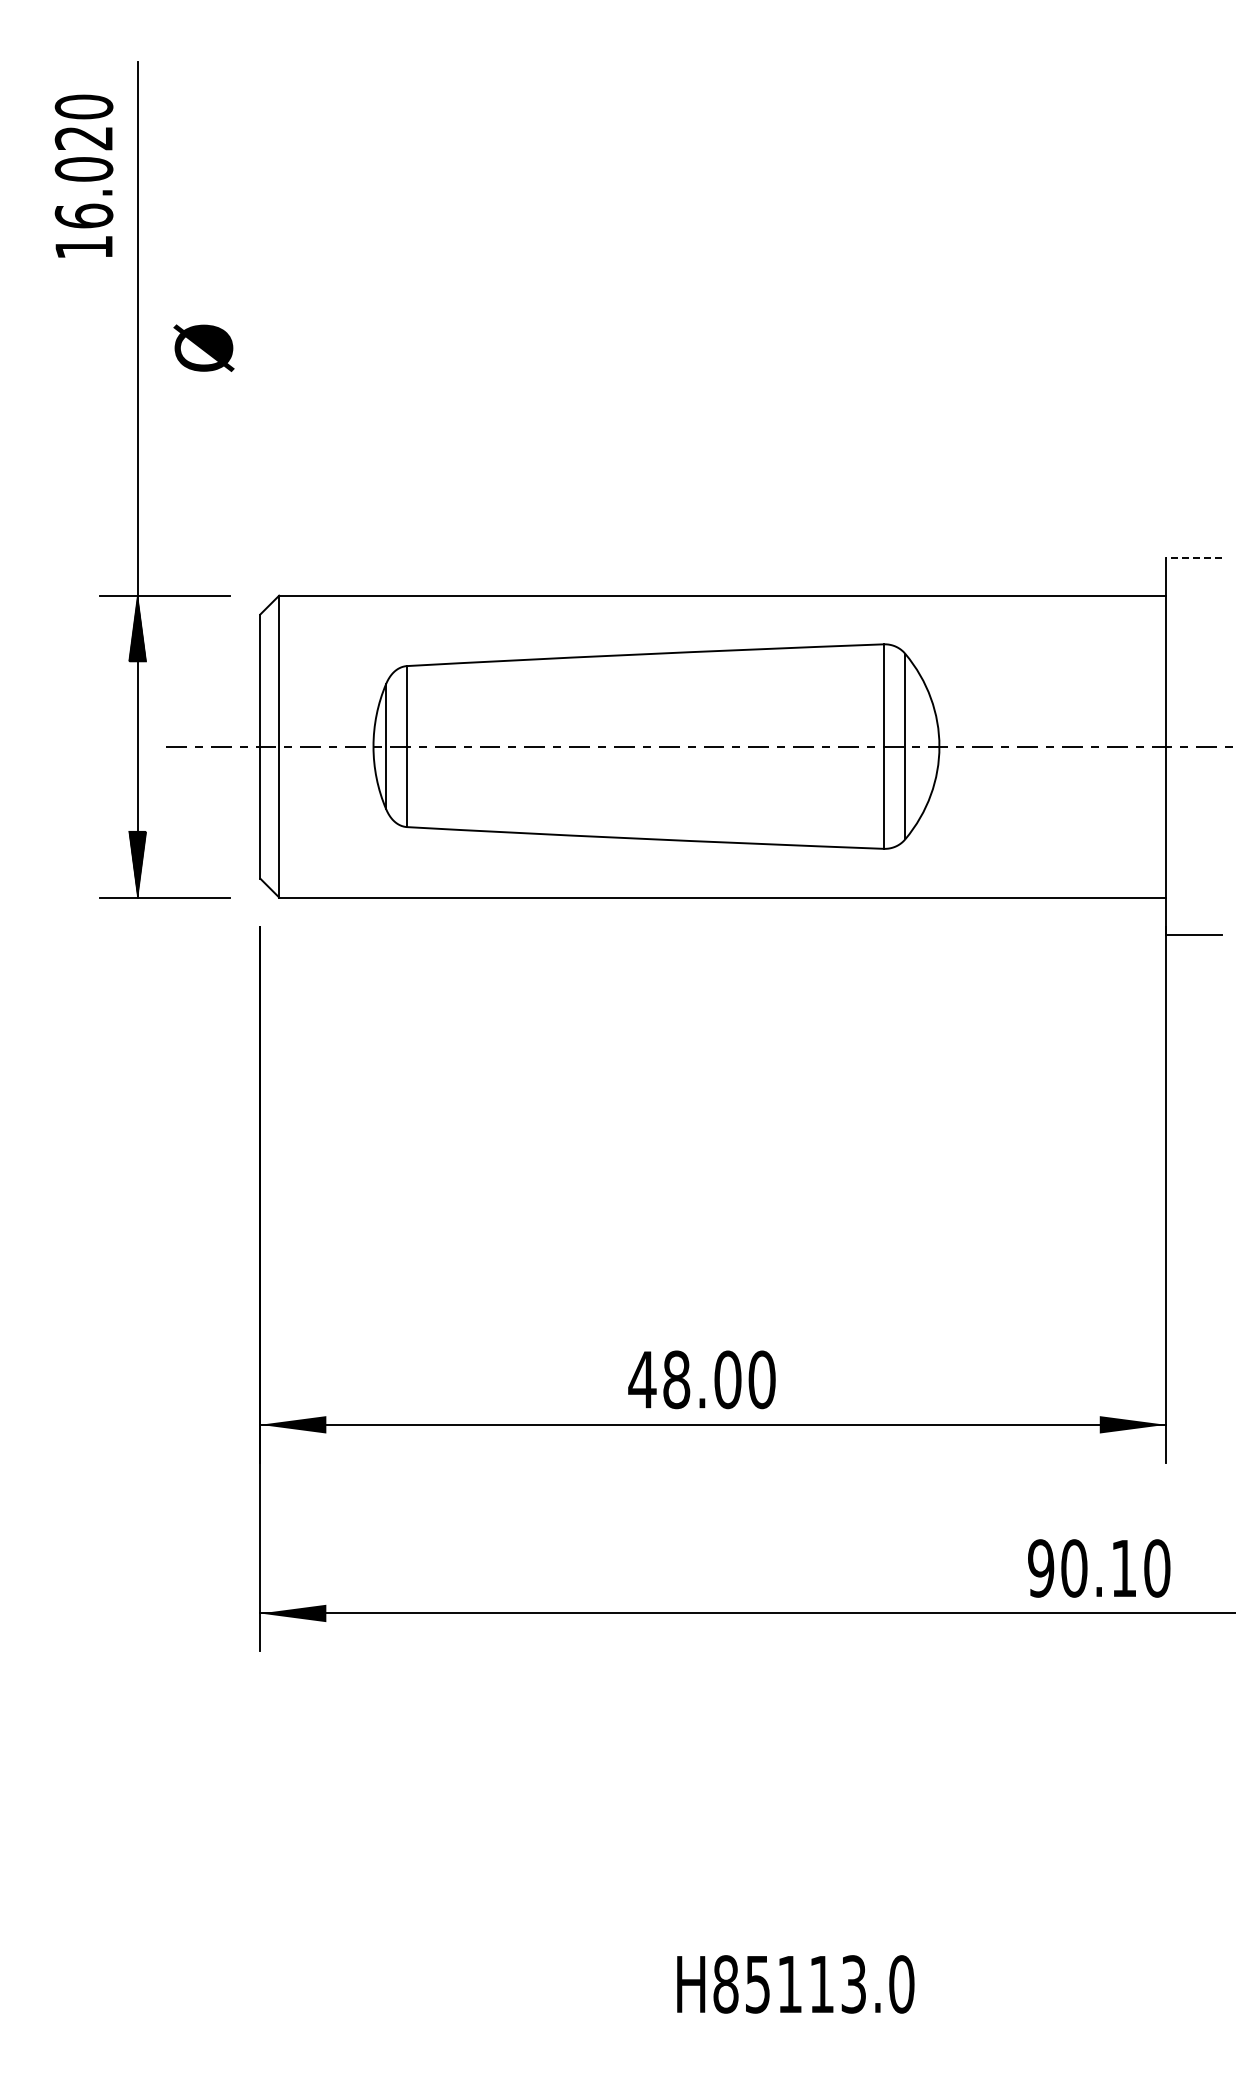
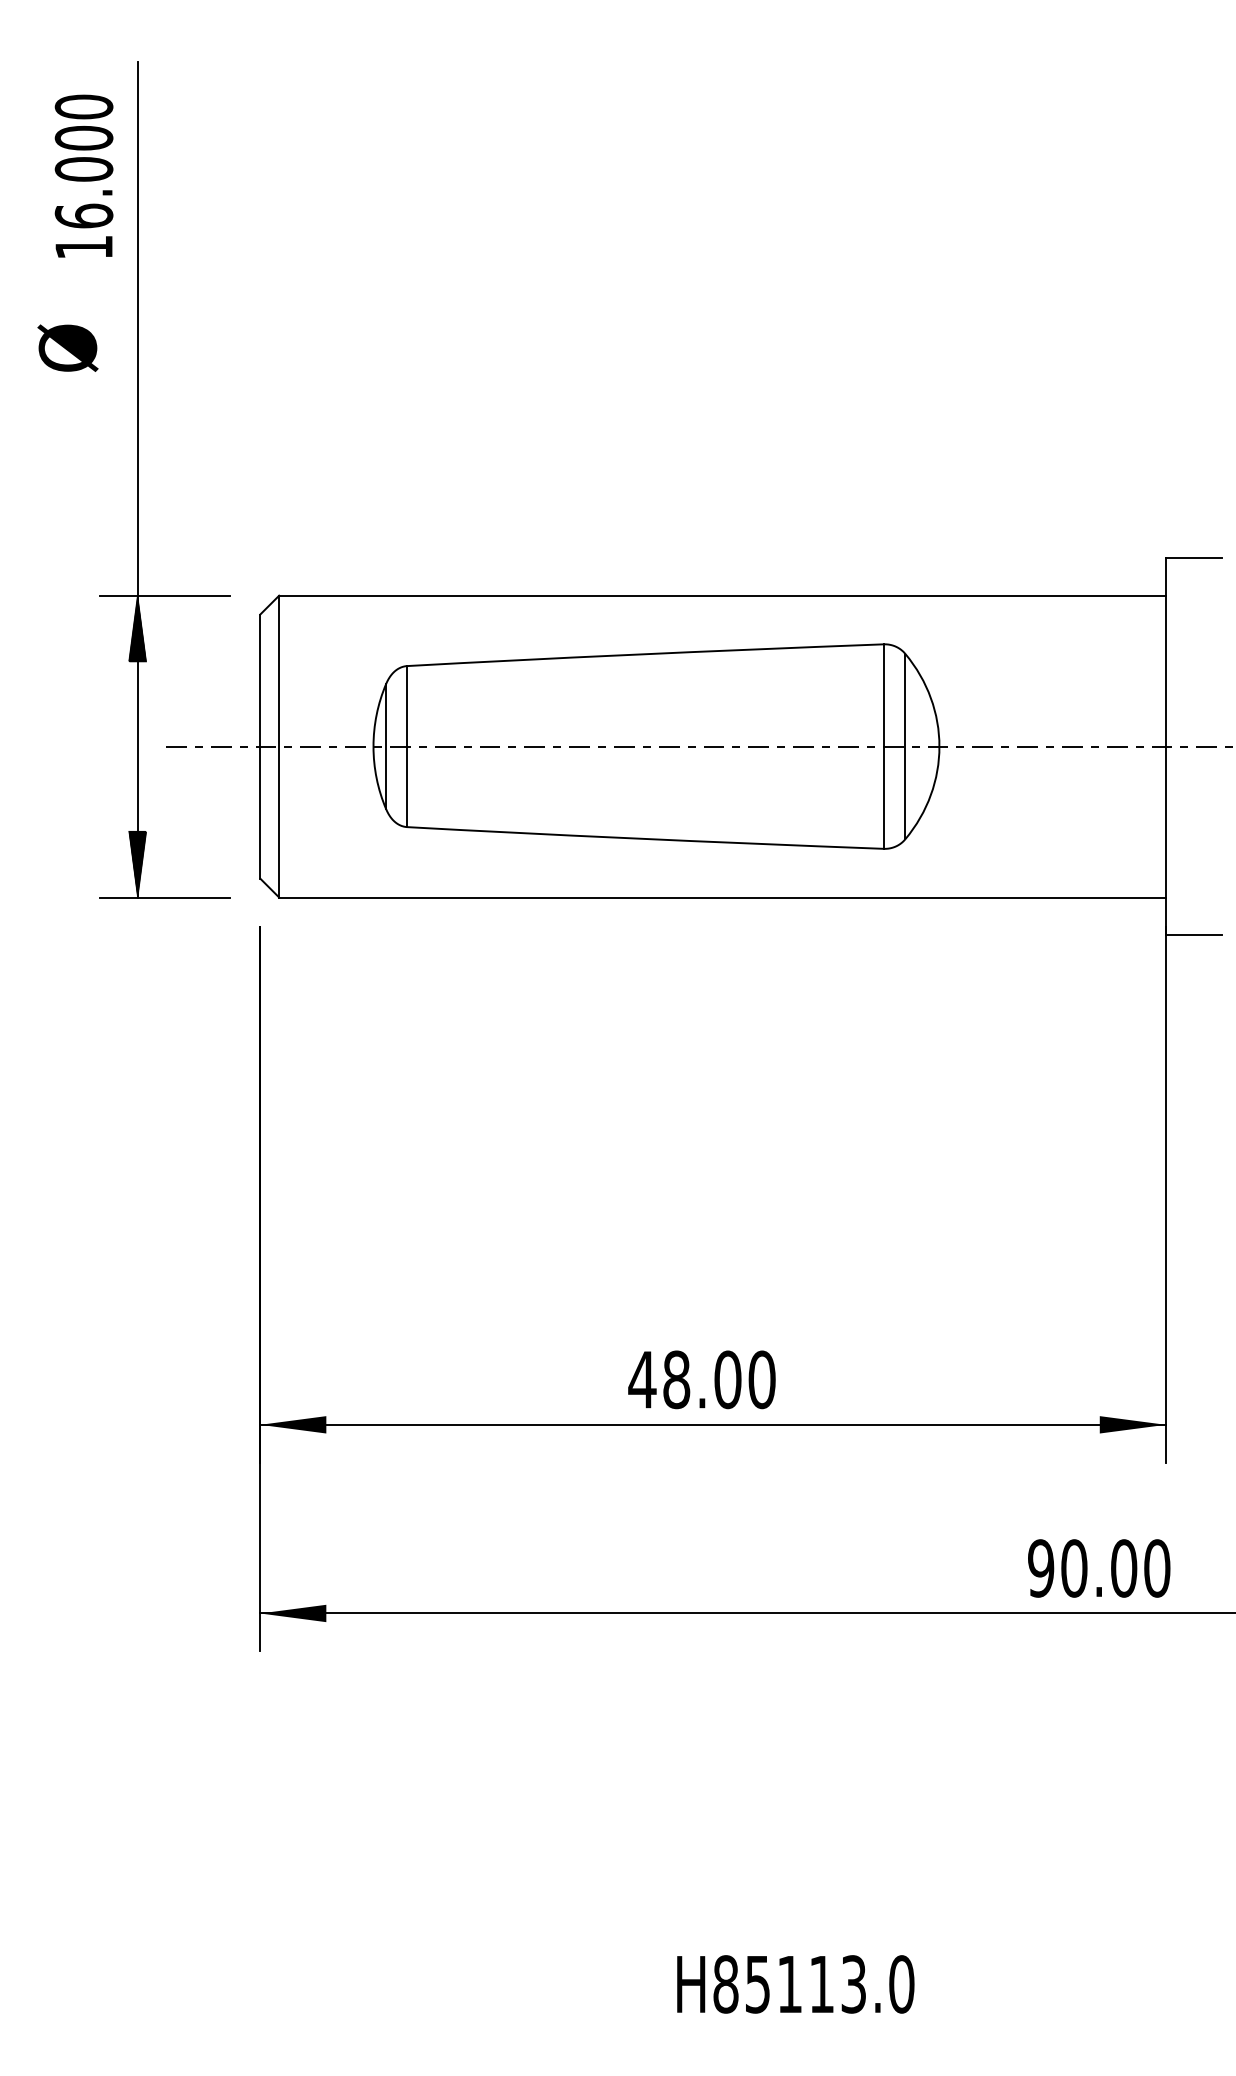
text at (83, 137): 16.020 -> 16.000
text at (203, 347) position: (203, 347) -> (67, 347)
line at (1193, 557): dashed -> solid
text at (1124, 1568): 90.10 -> 90.00
